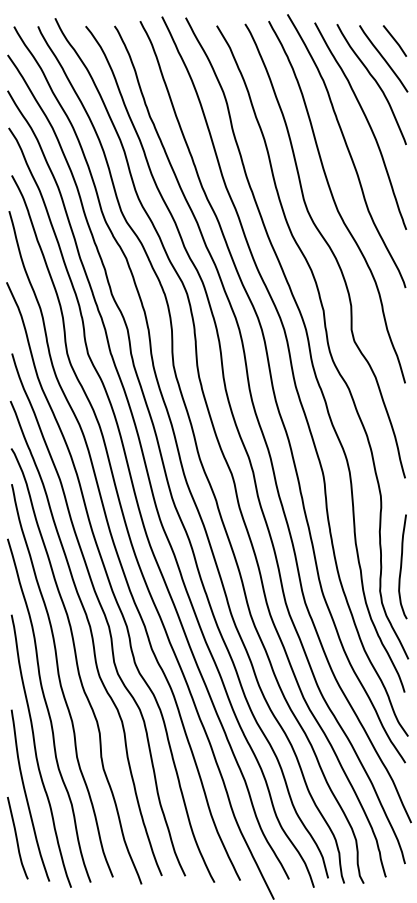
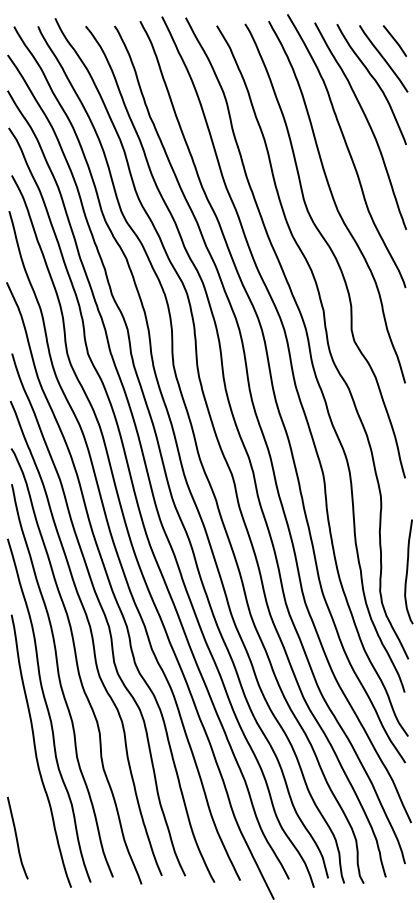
curve at (402, 565) position: (402, 565) -> (408, 570)
curve at (27, 796): present -> none
